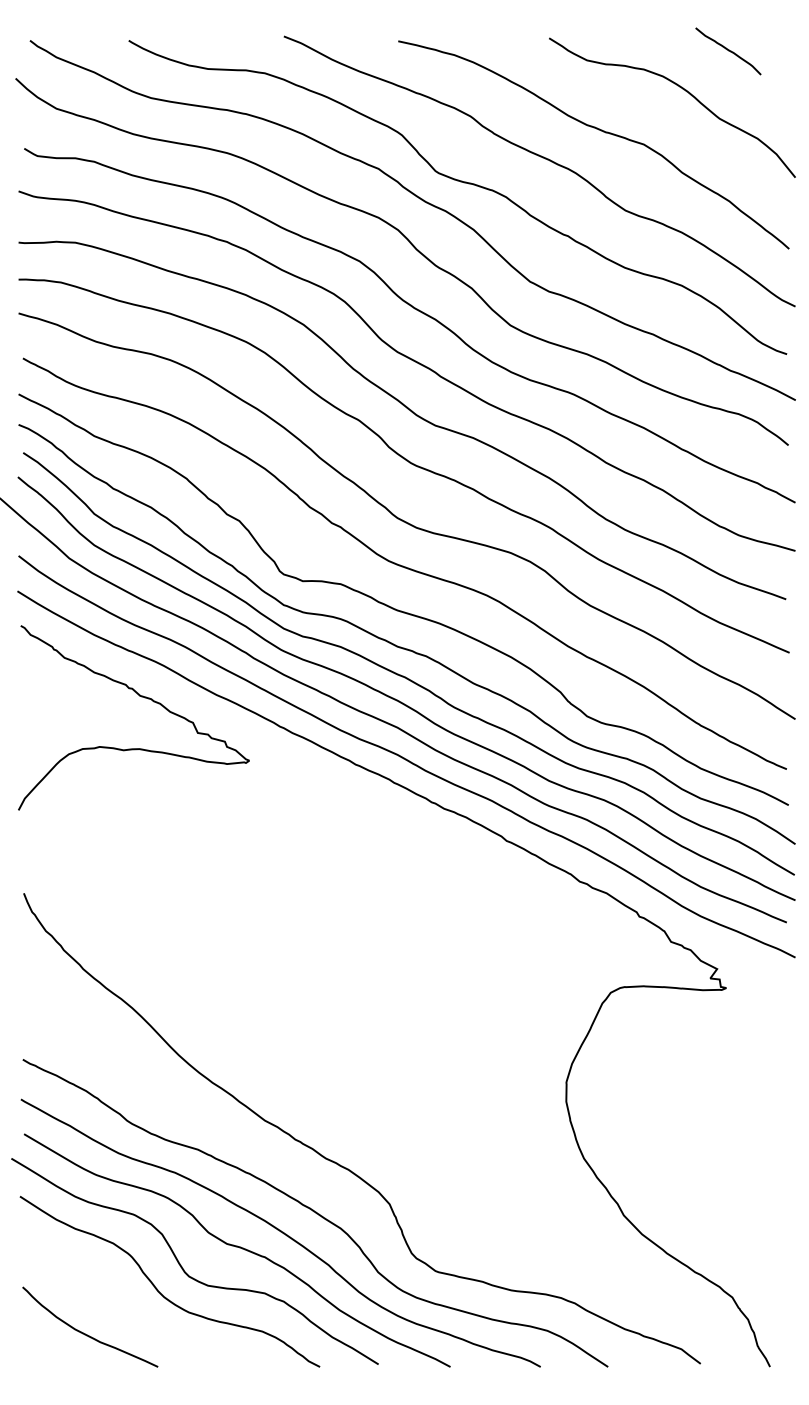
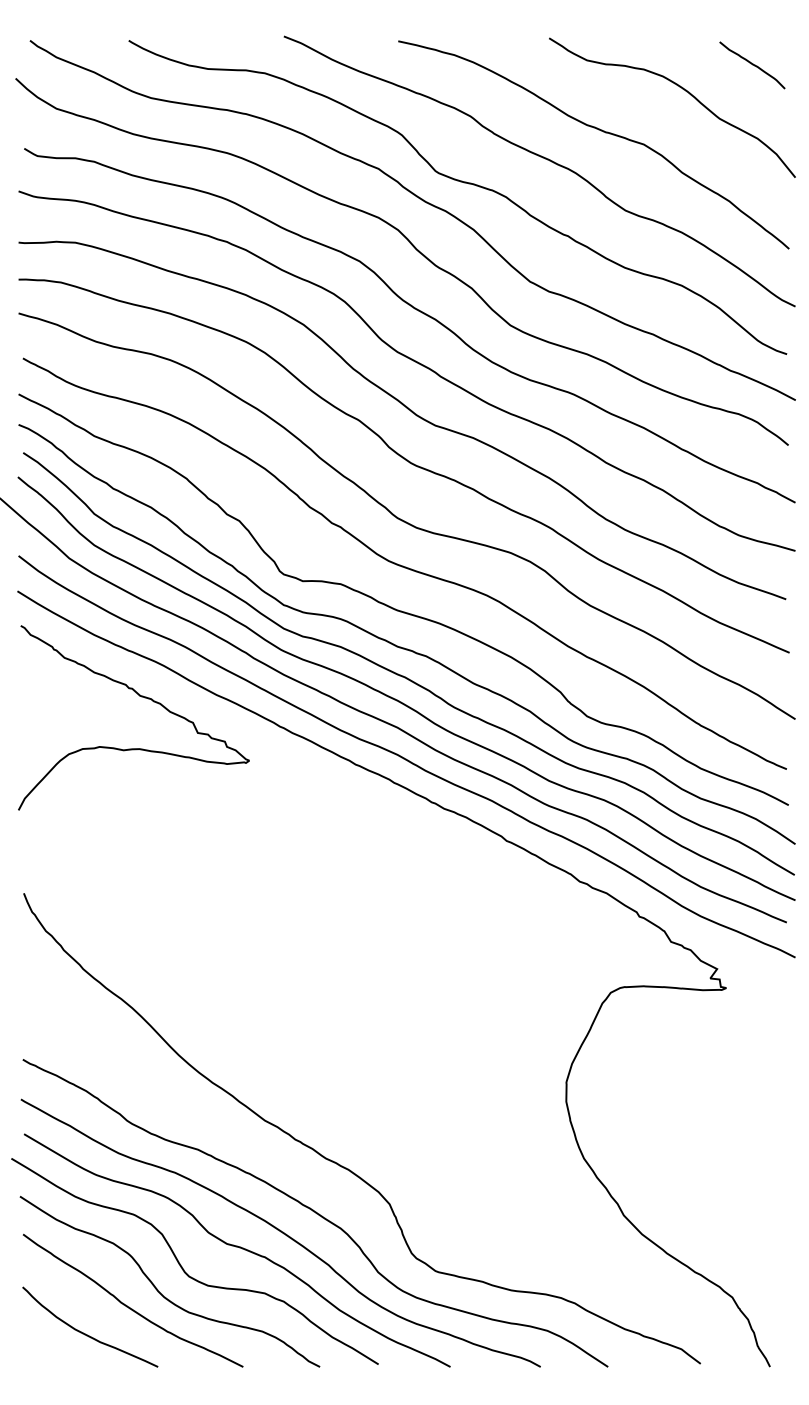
curve at (728, 51) position: (728, 51) -> (752, 65)
curve at (129, 1306): none -> present
